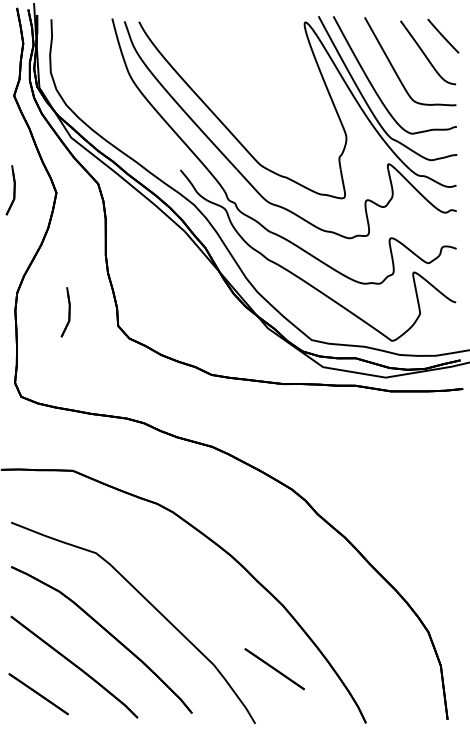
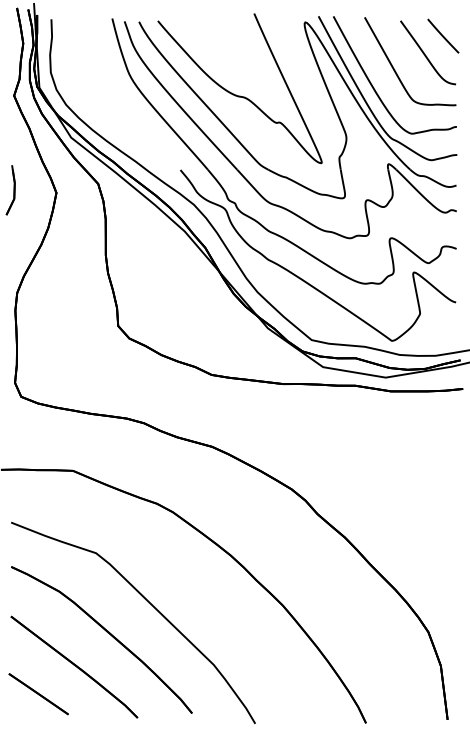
curve at (236, 94): none -> present
part at (65, 312): present -> none
line at (274, 669): present -> none
